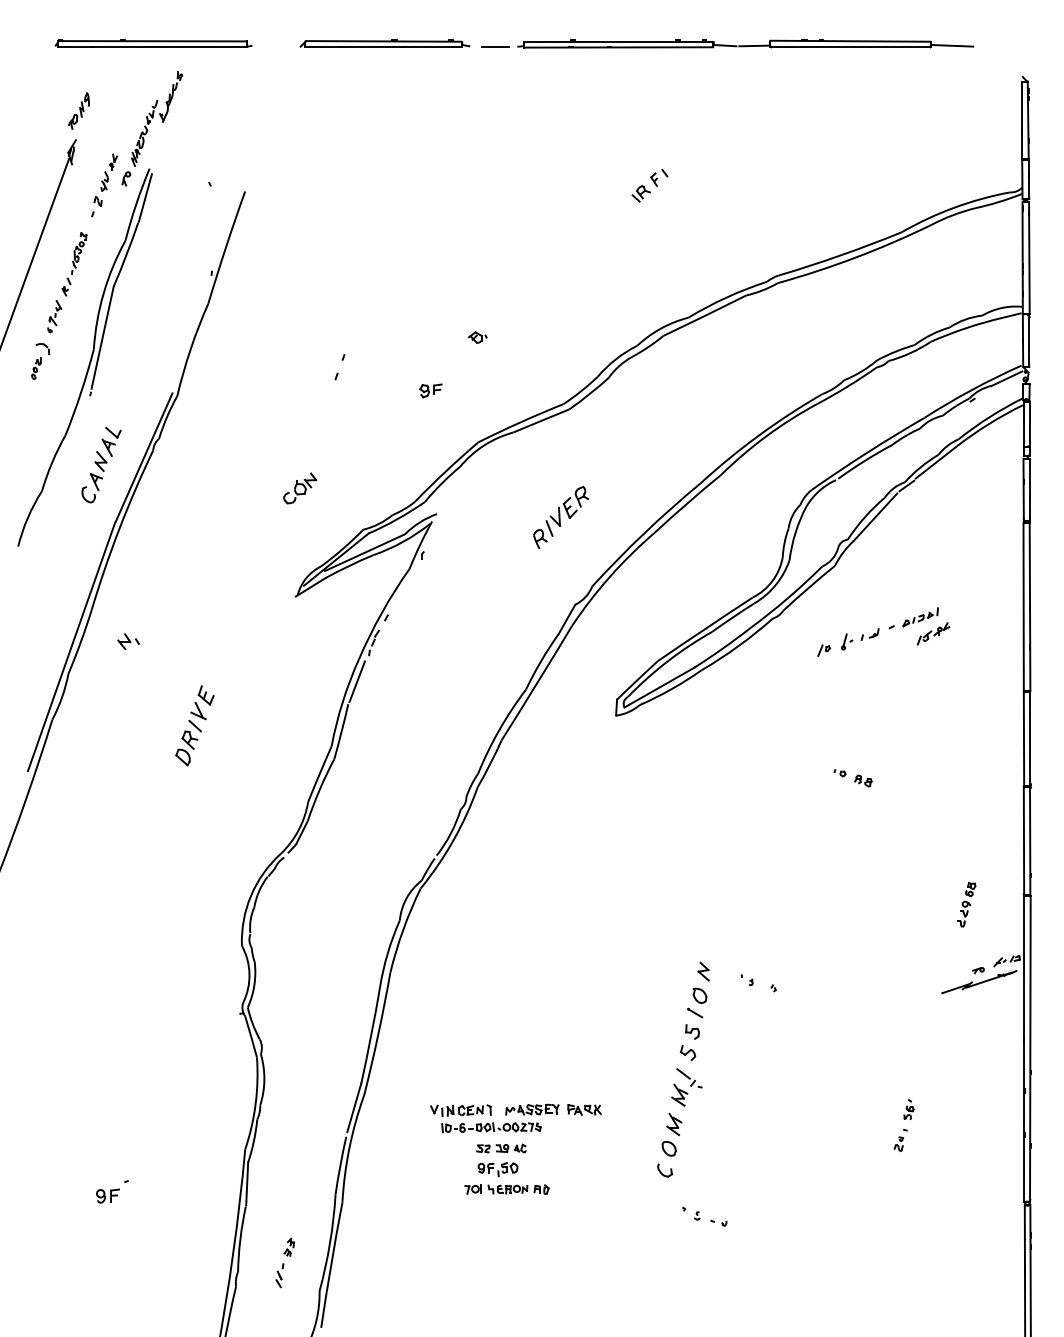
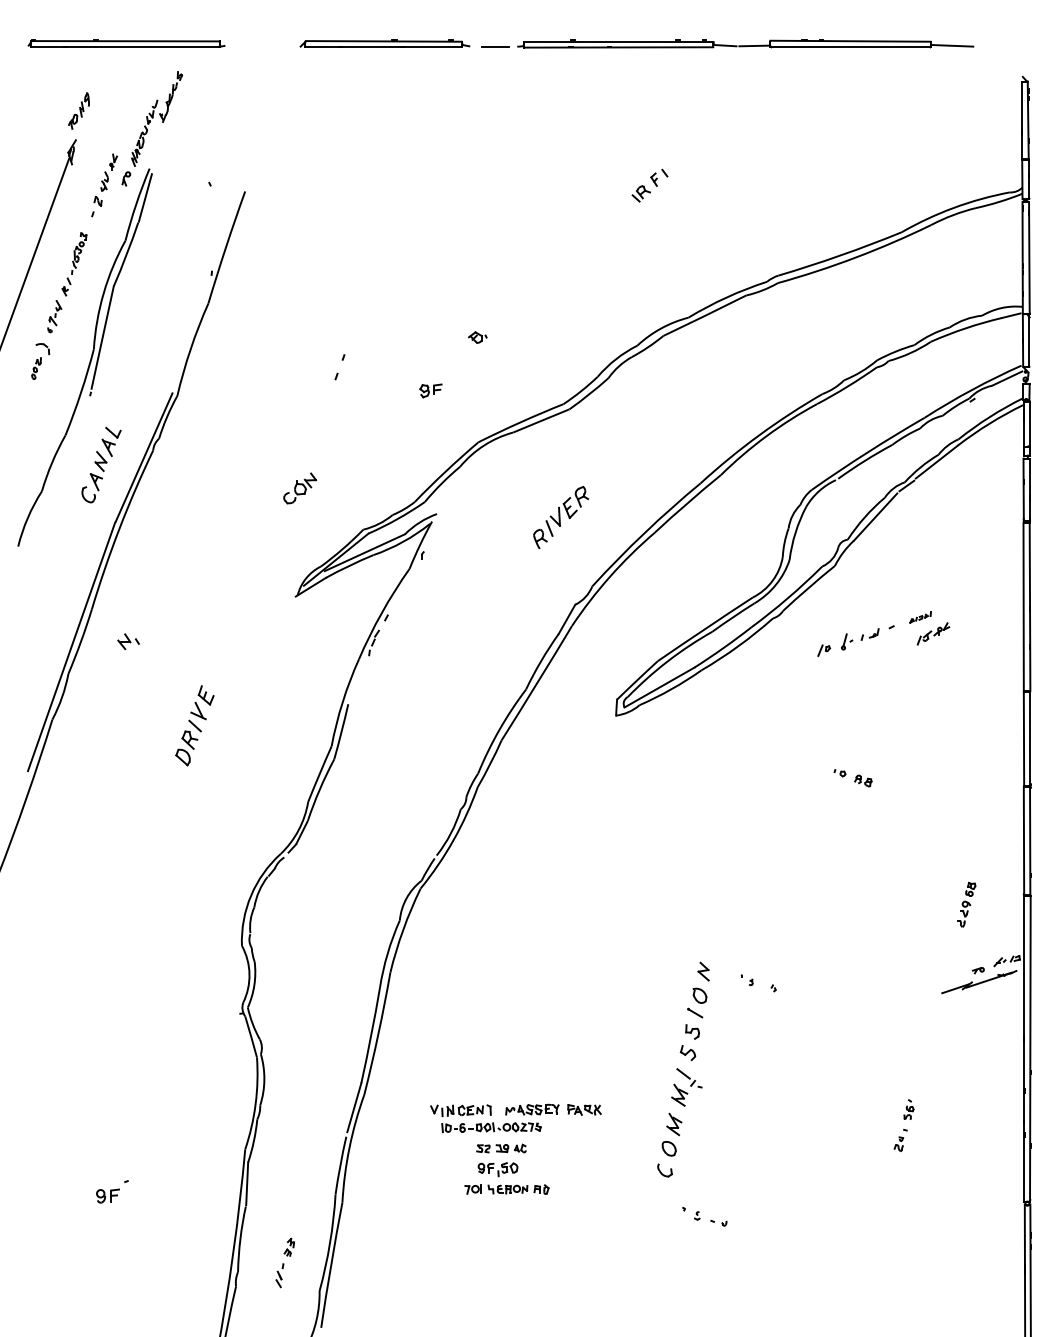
part at (153, 43) position: (153, 43) -> (126, 43)
part at (920, 617) size: 37x21 px -> 23x13 px
line at (356, 681): present -> none
